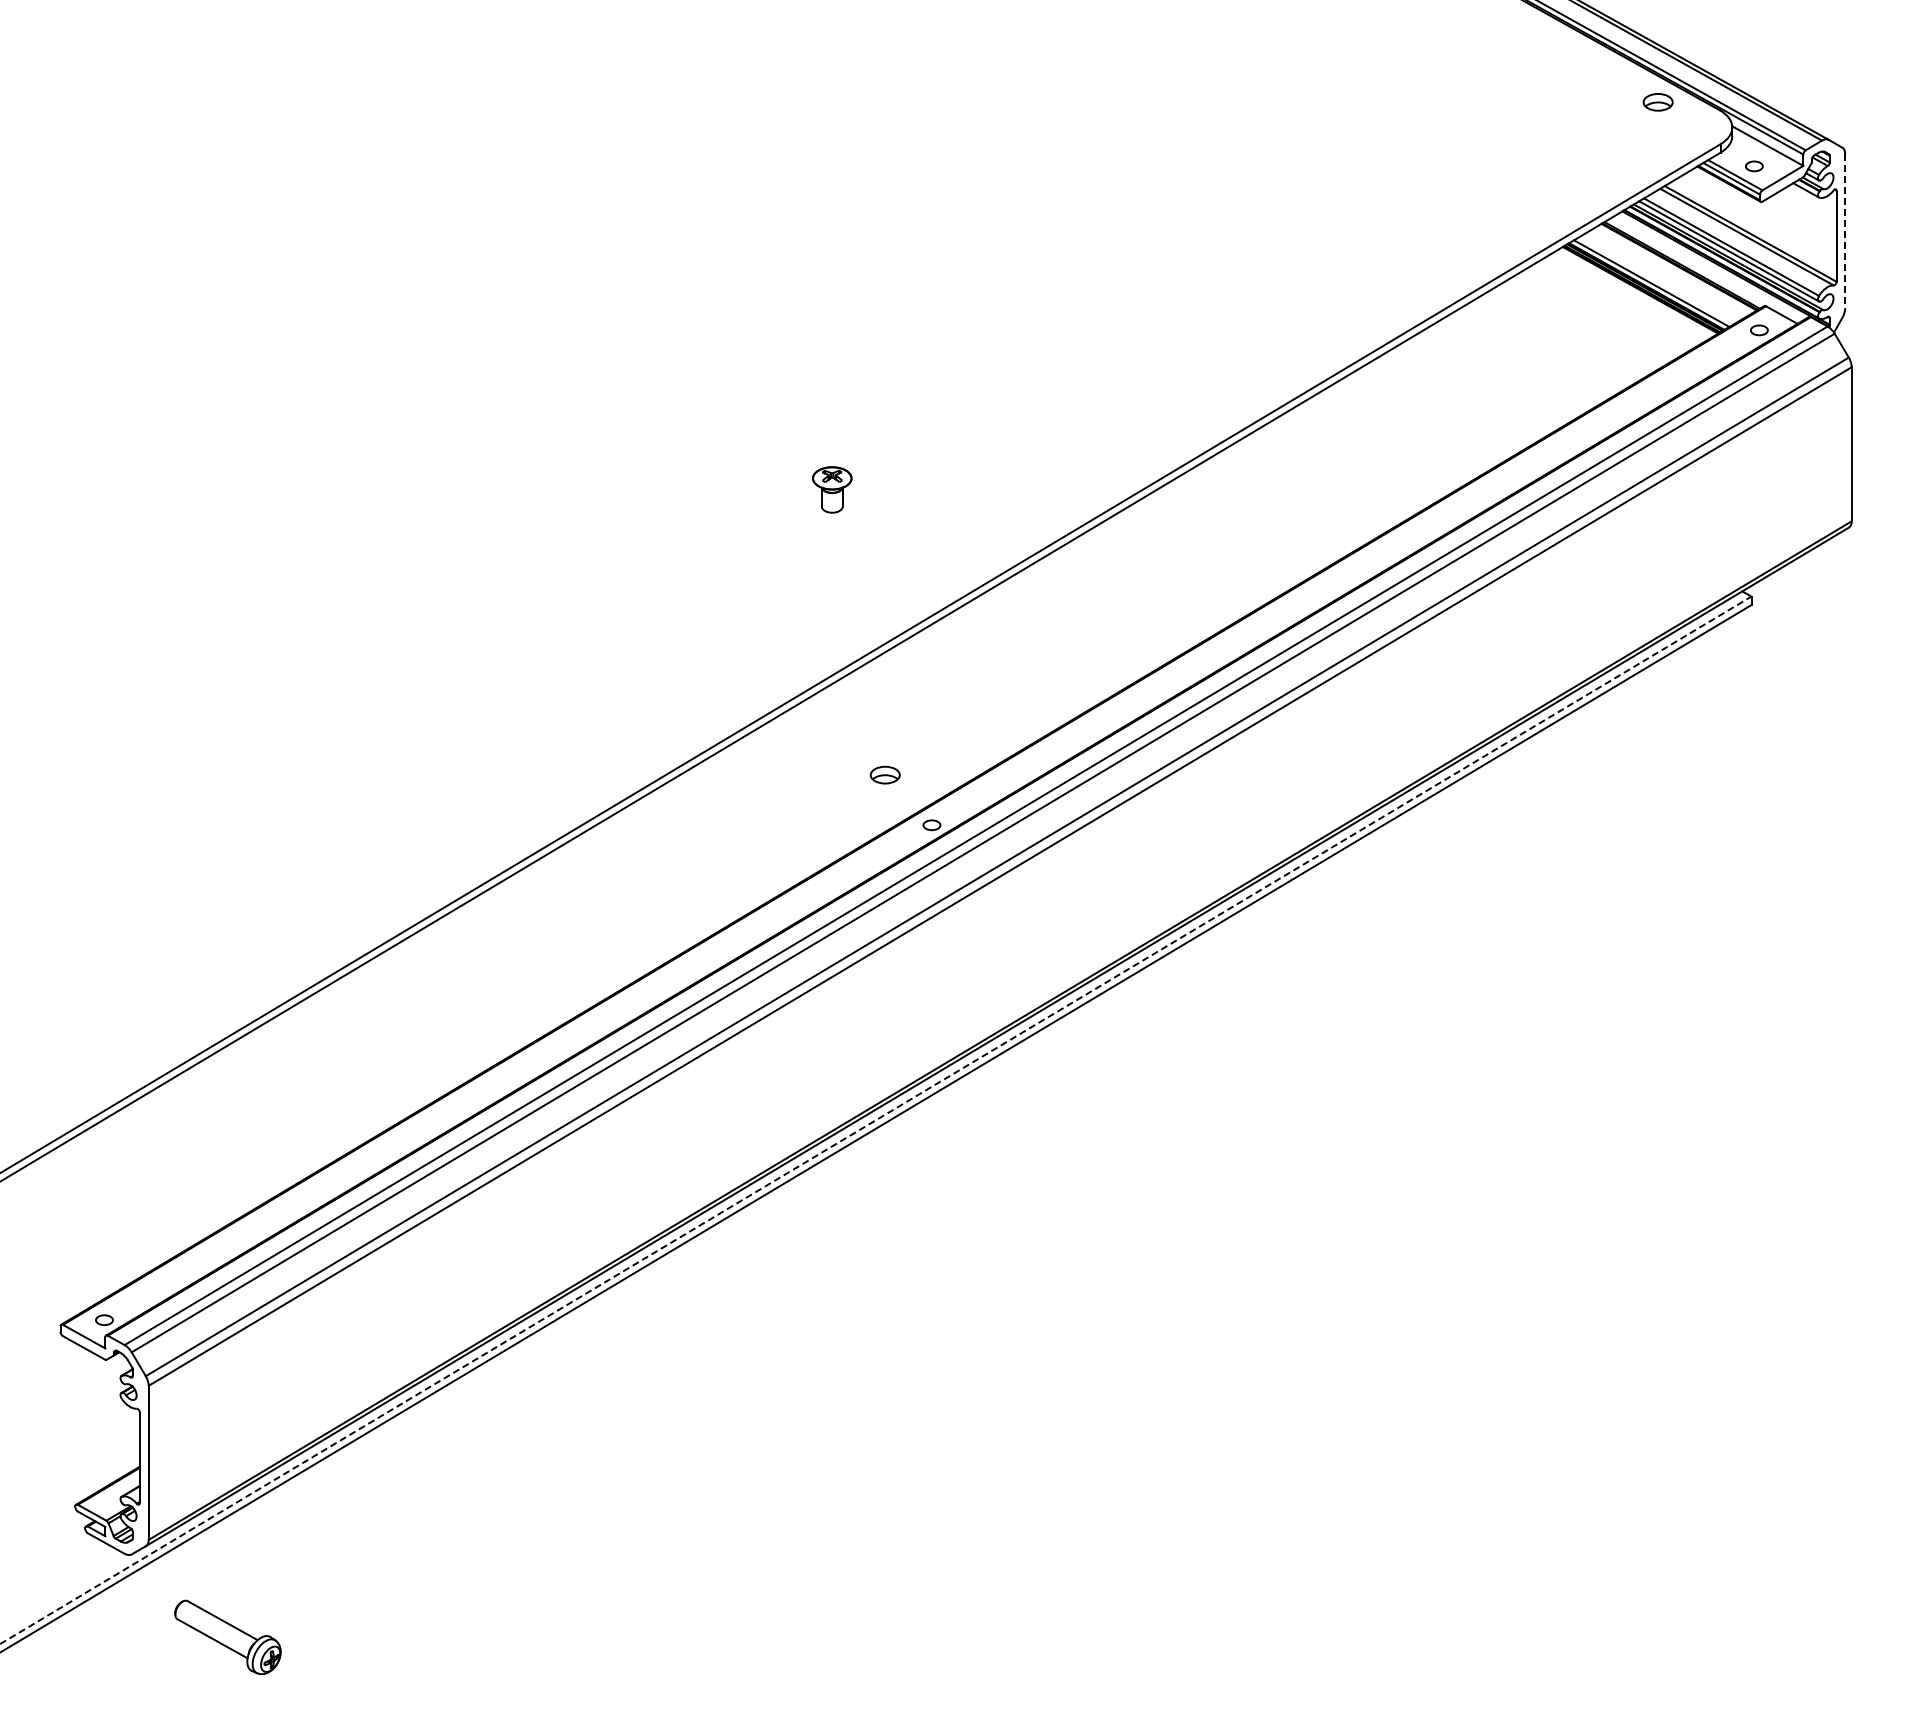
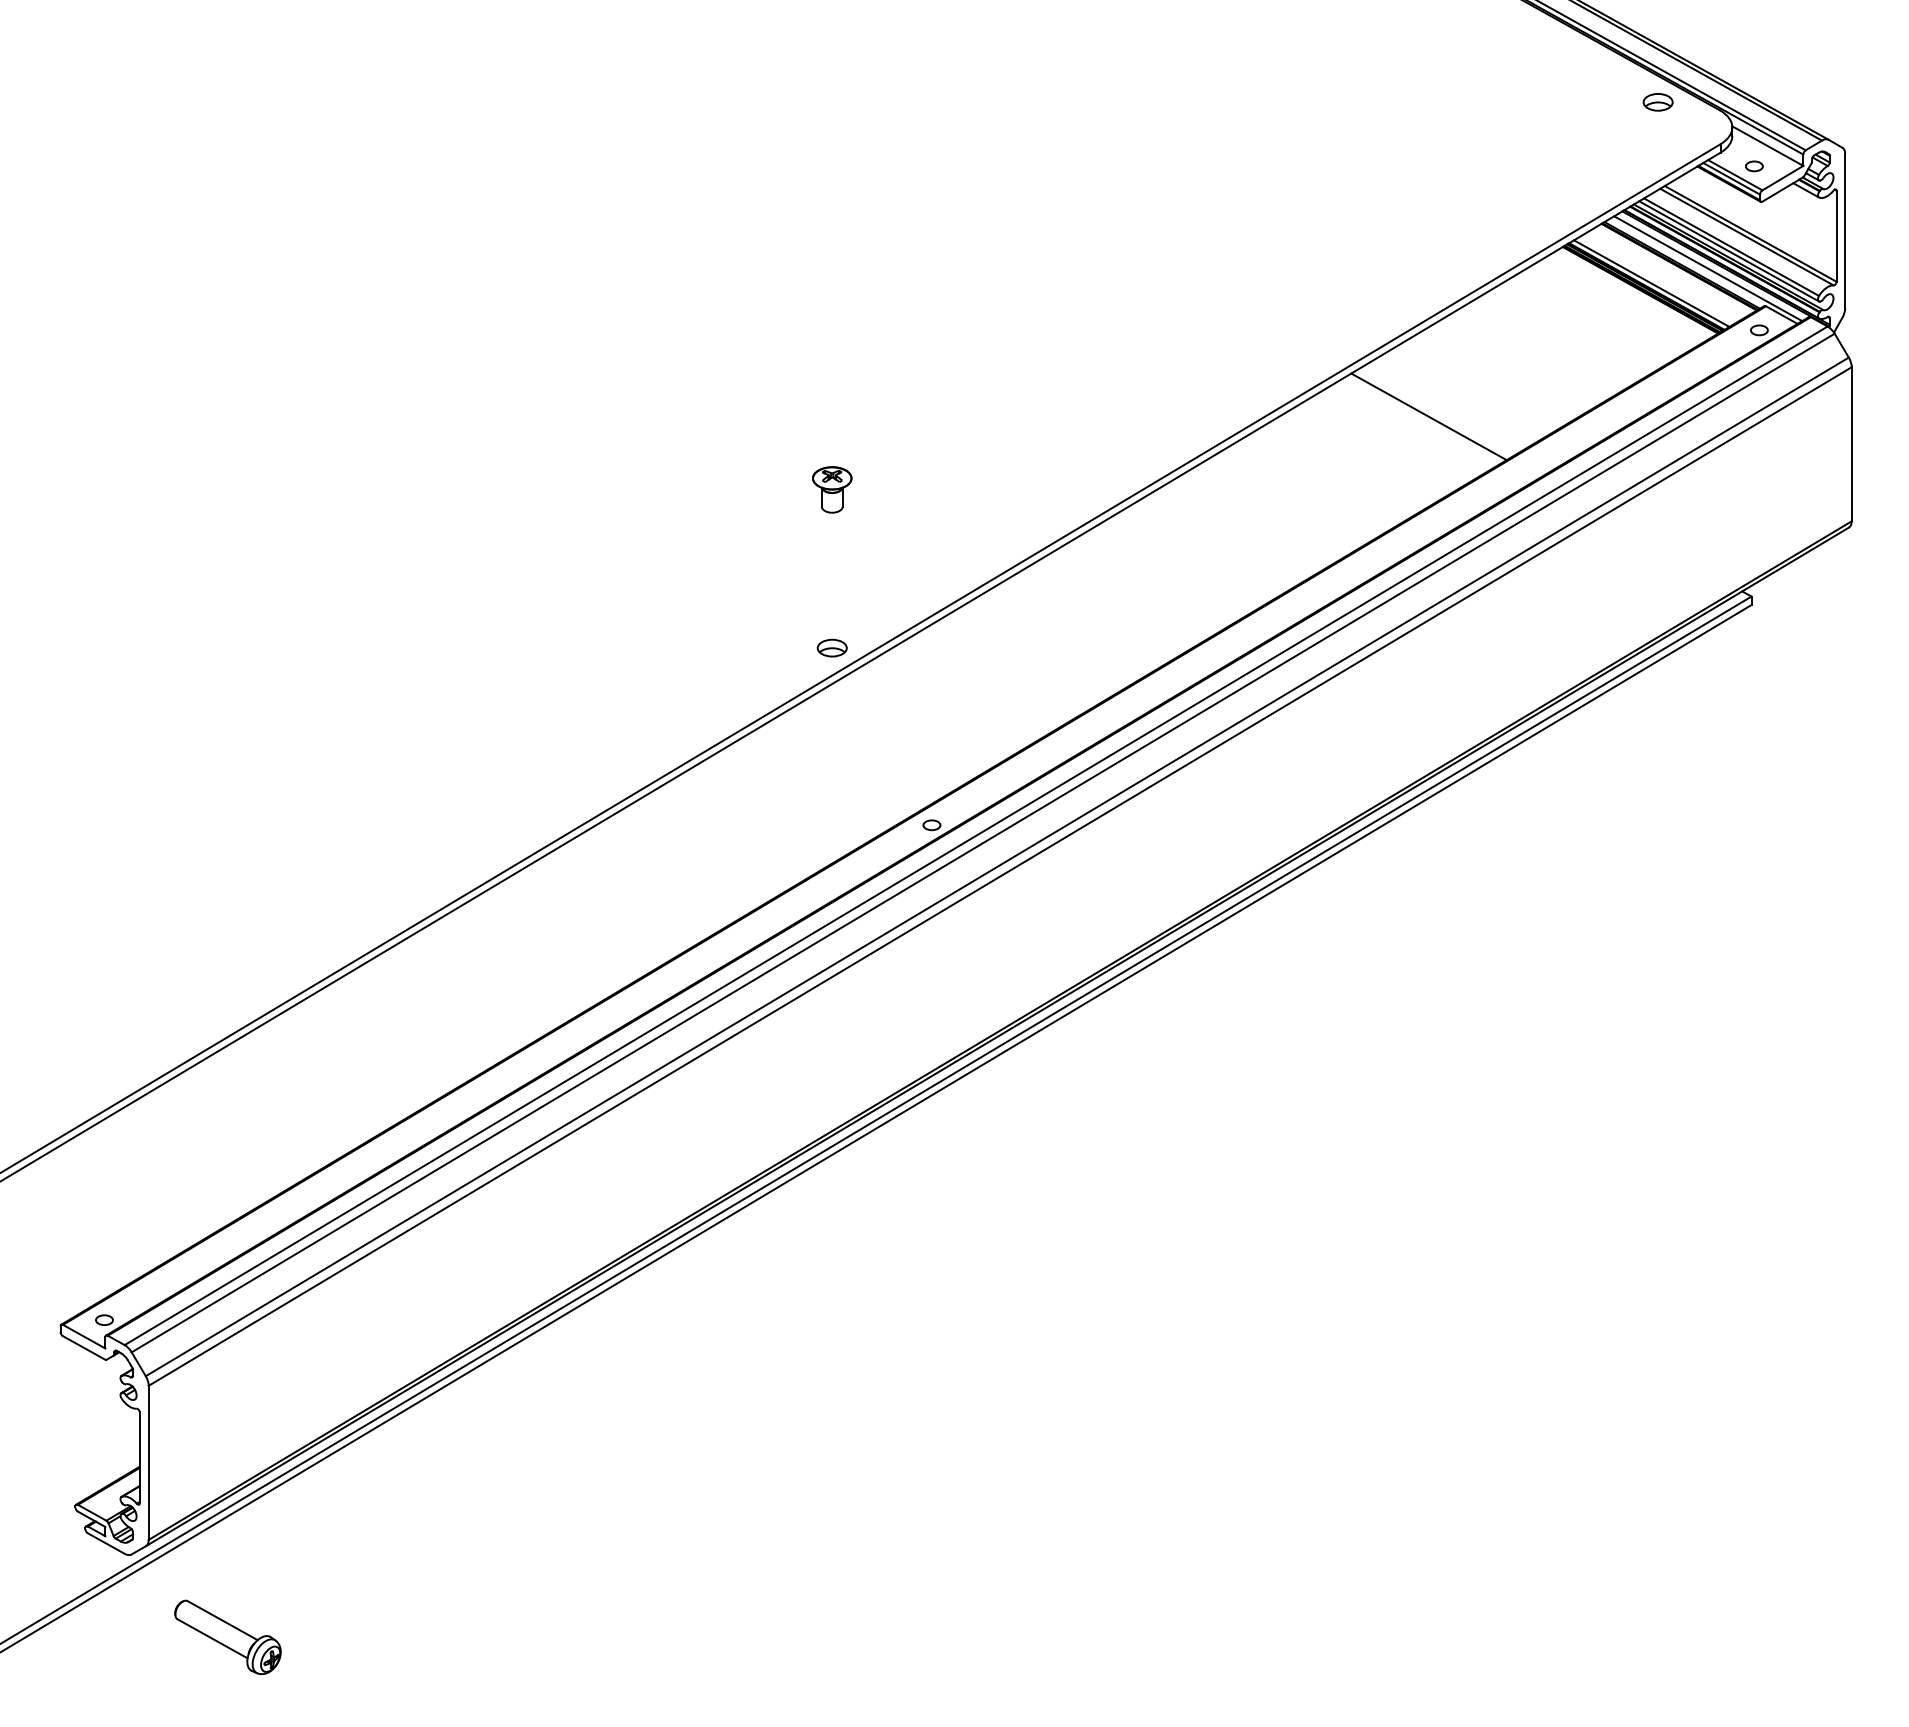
line at (1845, 231): dashed -> solid
line at (1708, 268): none -> present
line at (1428, 416): none -> present
part at (884, 774) position: (884, 774) -> (831, 647)
line at (876, 1120): dashed -> solid
